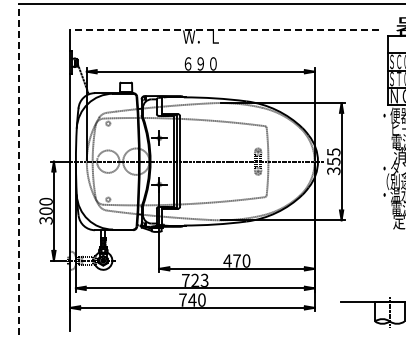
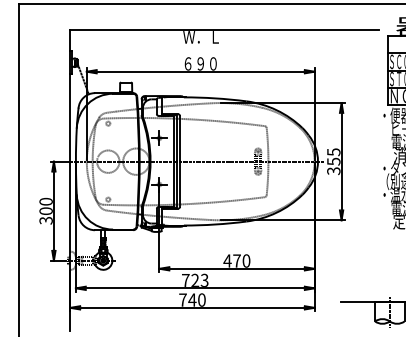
line at (224, 29): dashed -> solid
line at (19, 169): dashed -> solid
